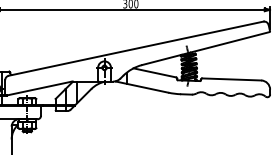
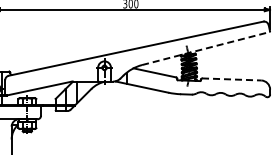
line at (205, 48): solid -> dashed
line at (231, 79): solid -> dashed
